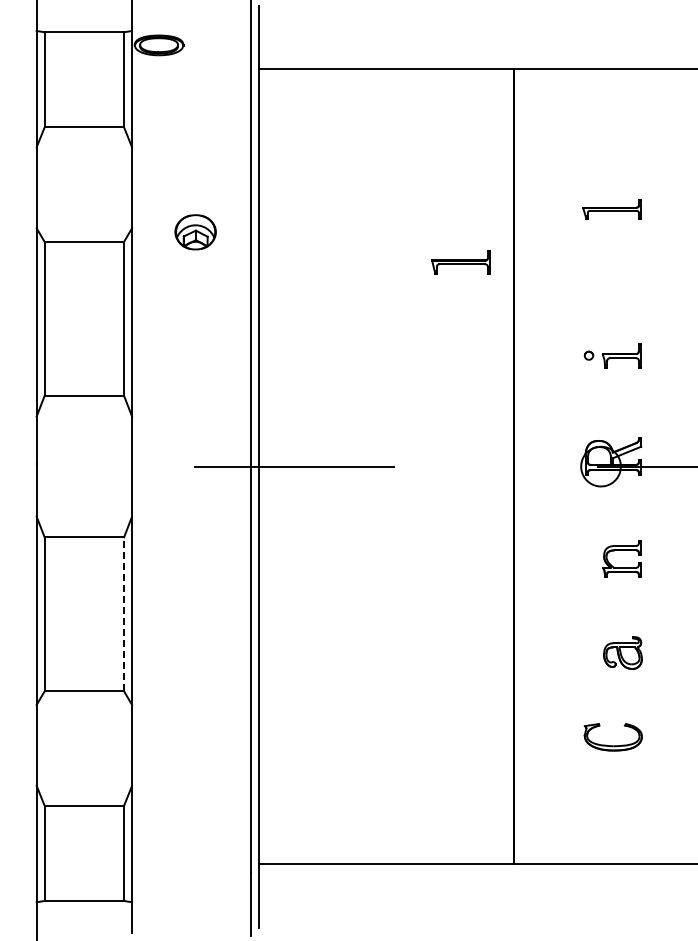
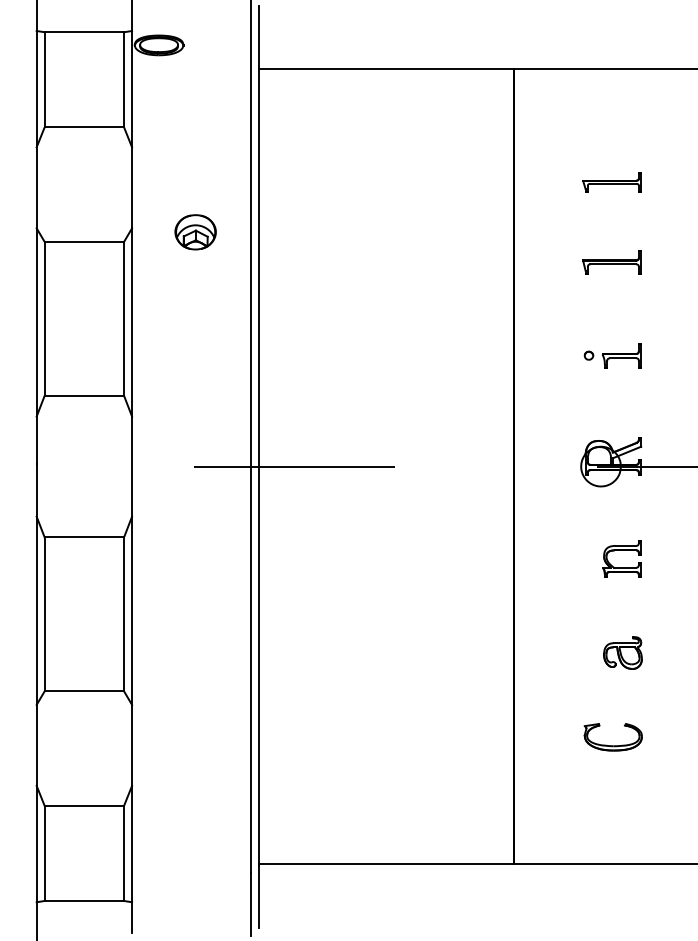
part at (611, 209) position: (611, 209) -> (611, 182)
part at (460, 262) position: (460, 262) -> (611, 262)
line at (124, 613): dashed -> solid
